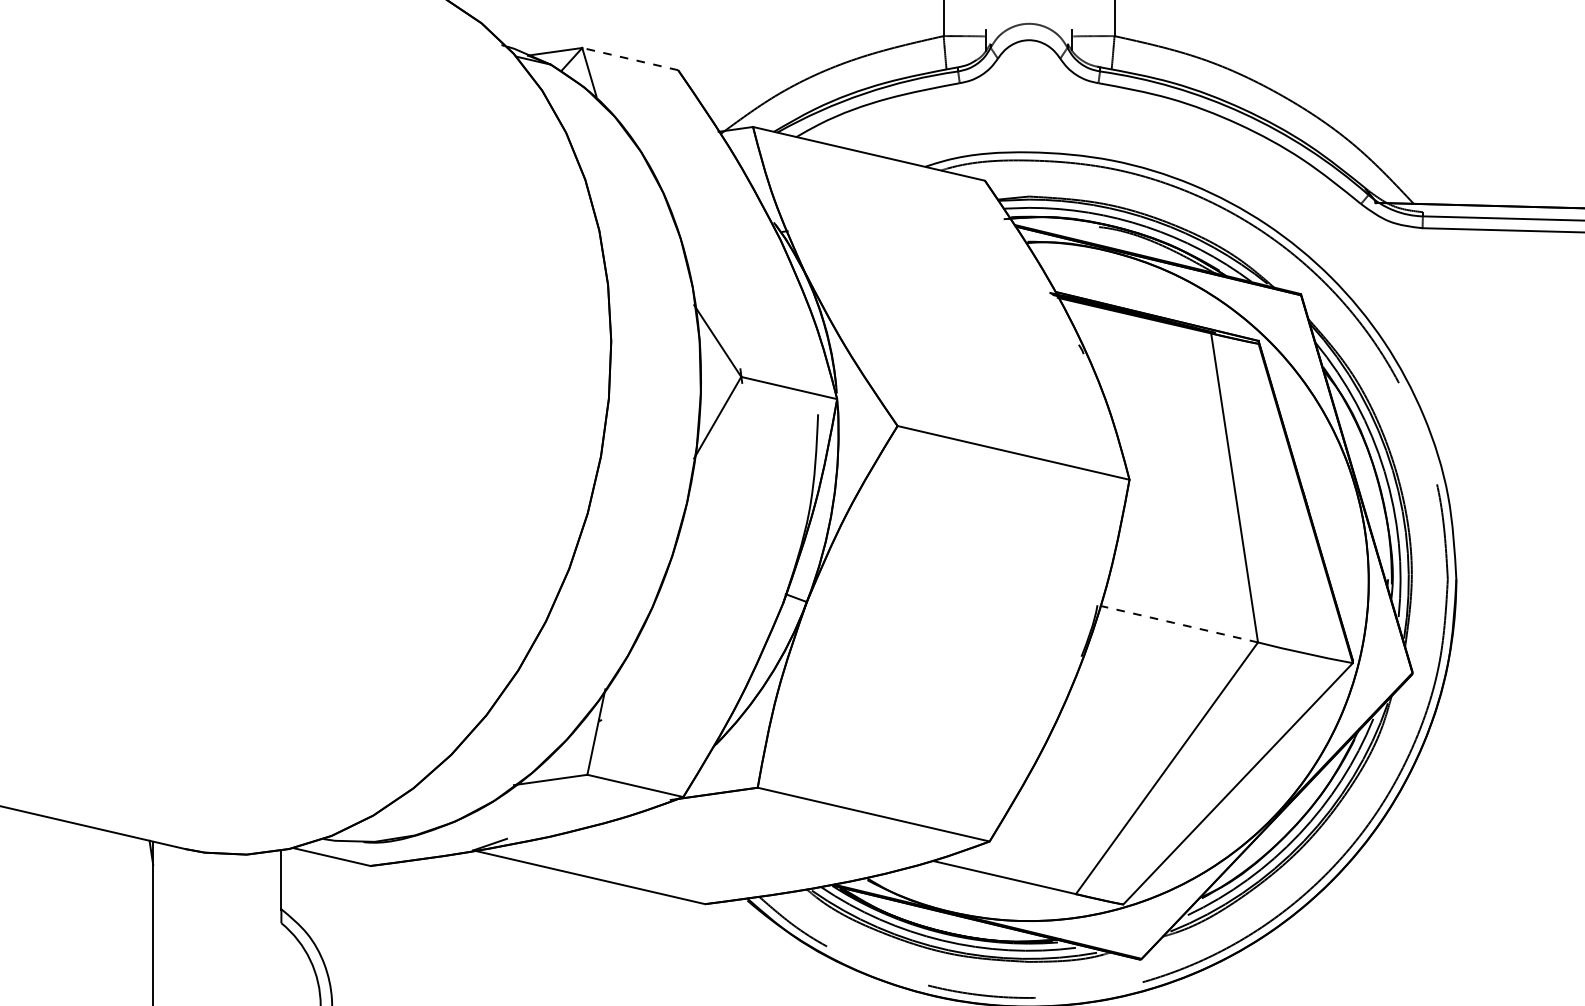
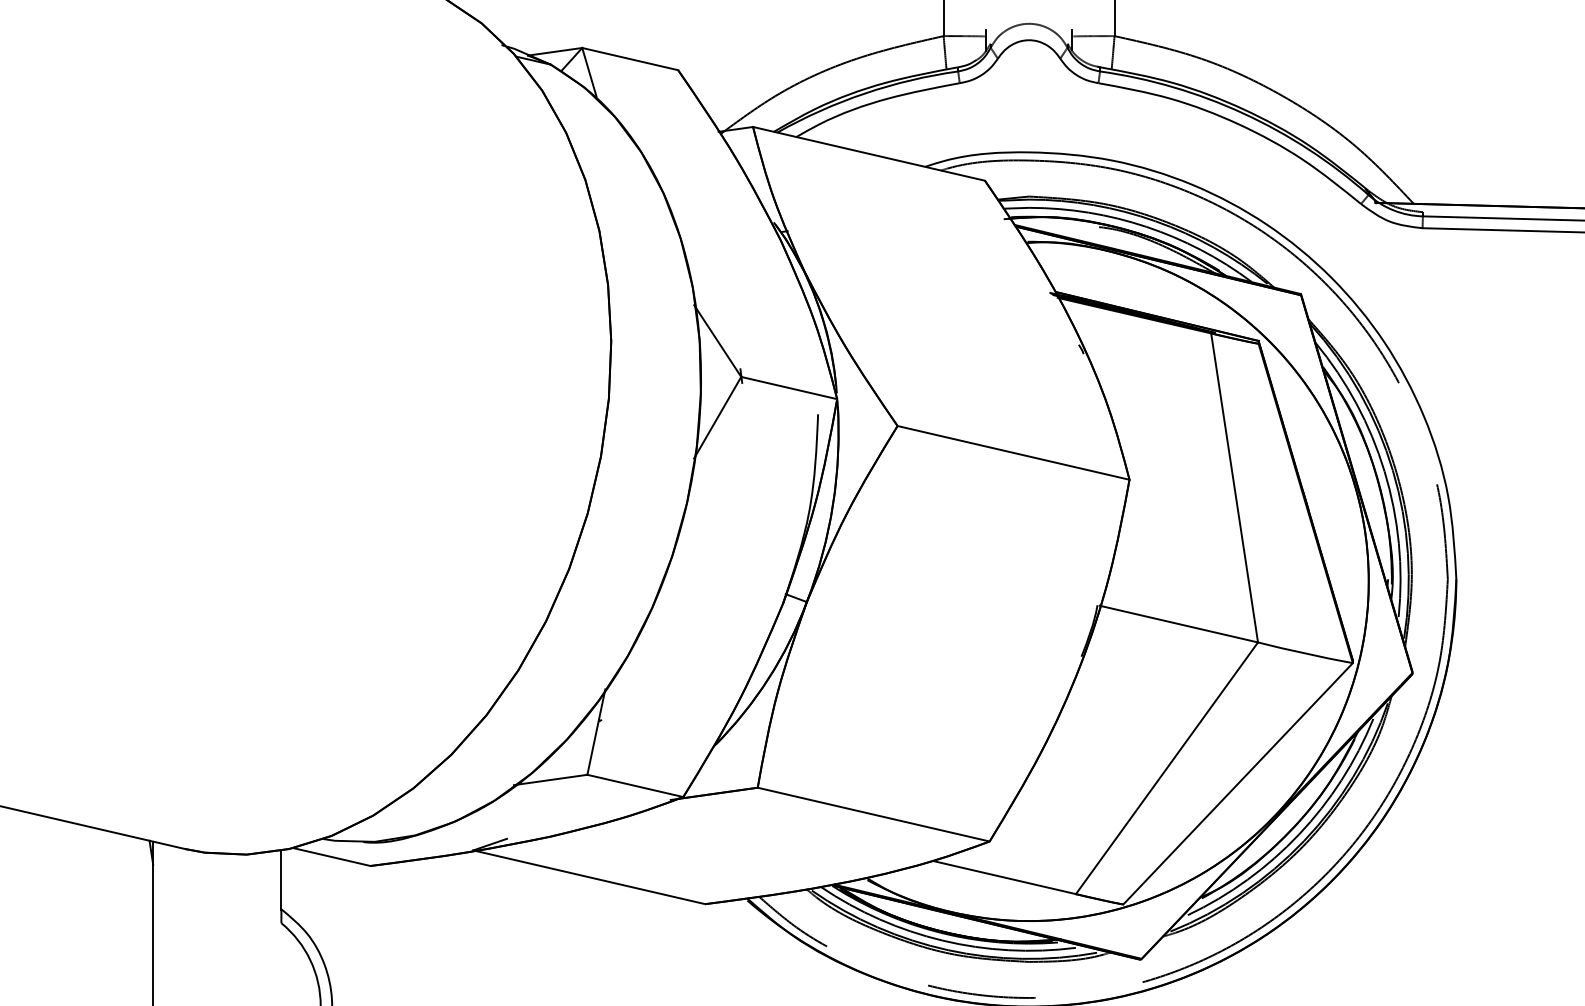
line at (629, 58): dashed -> solid
line at (1178, 623): dashed -> solid
